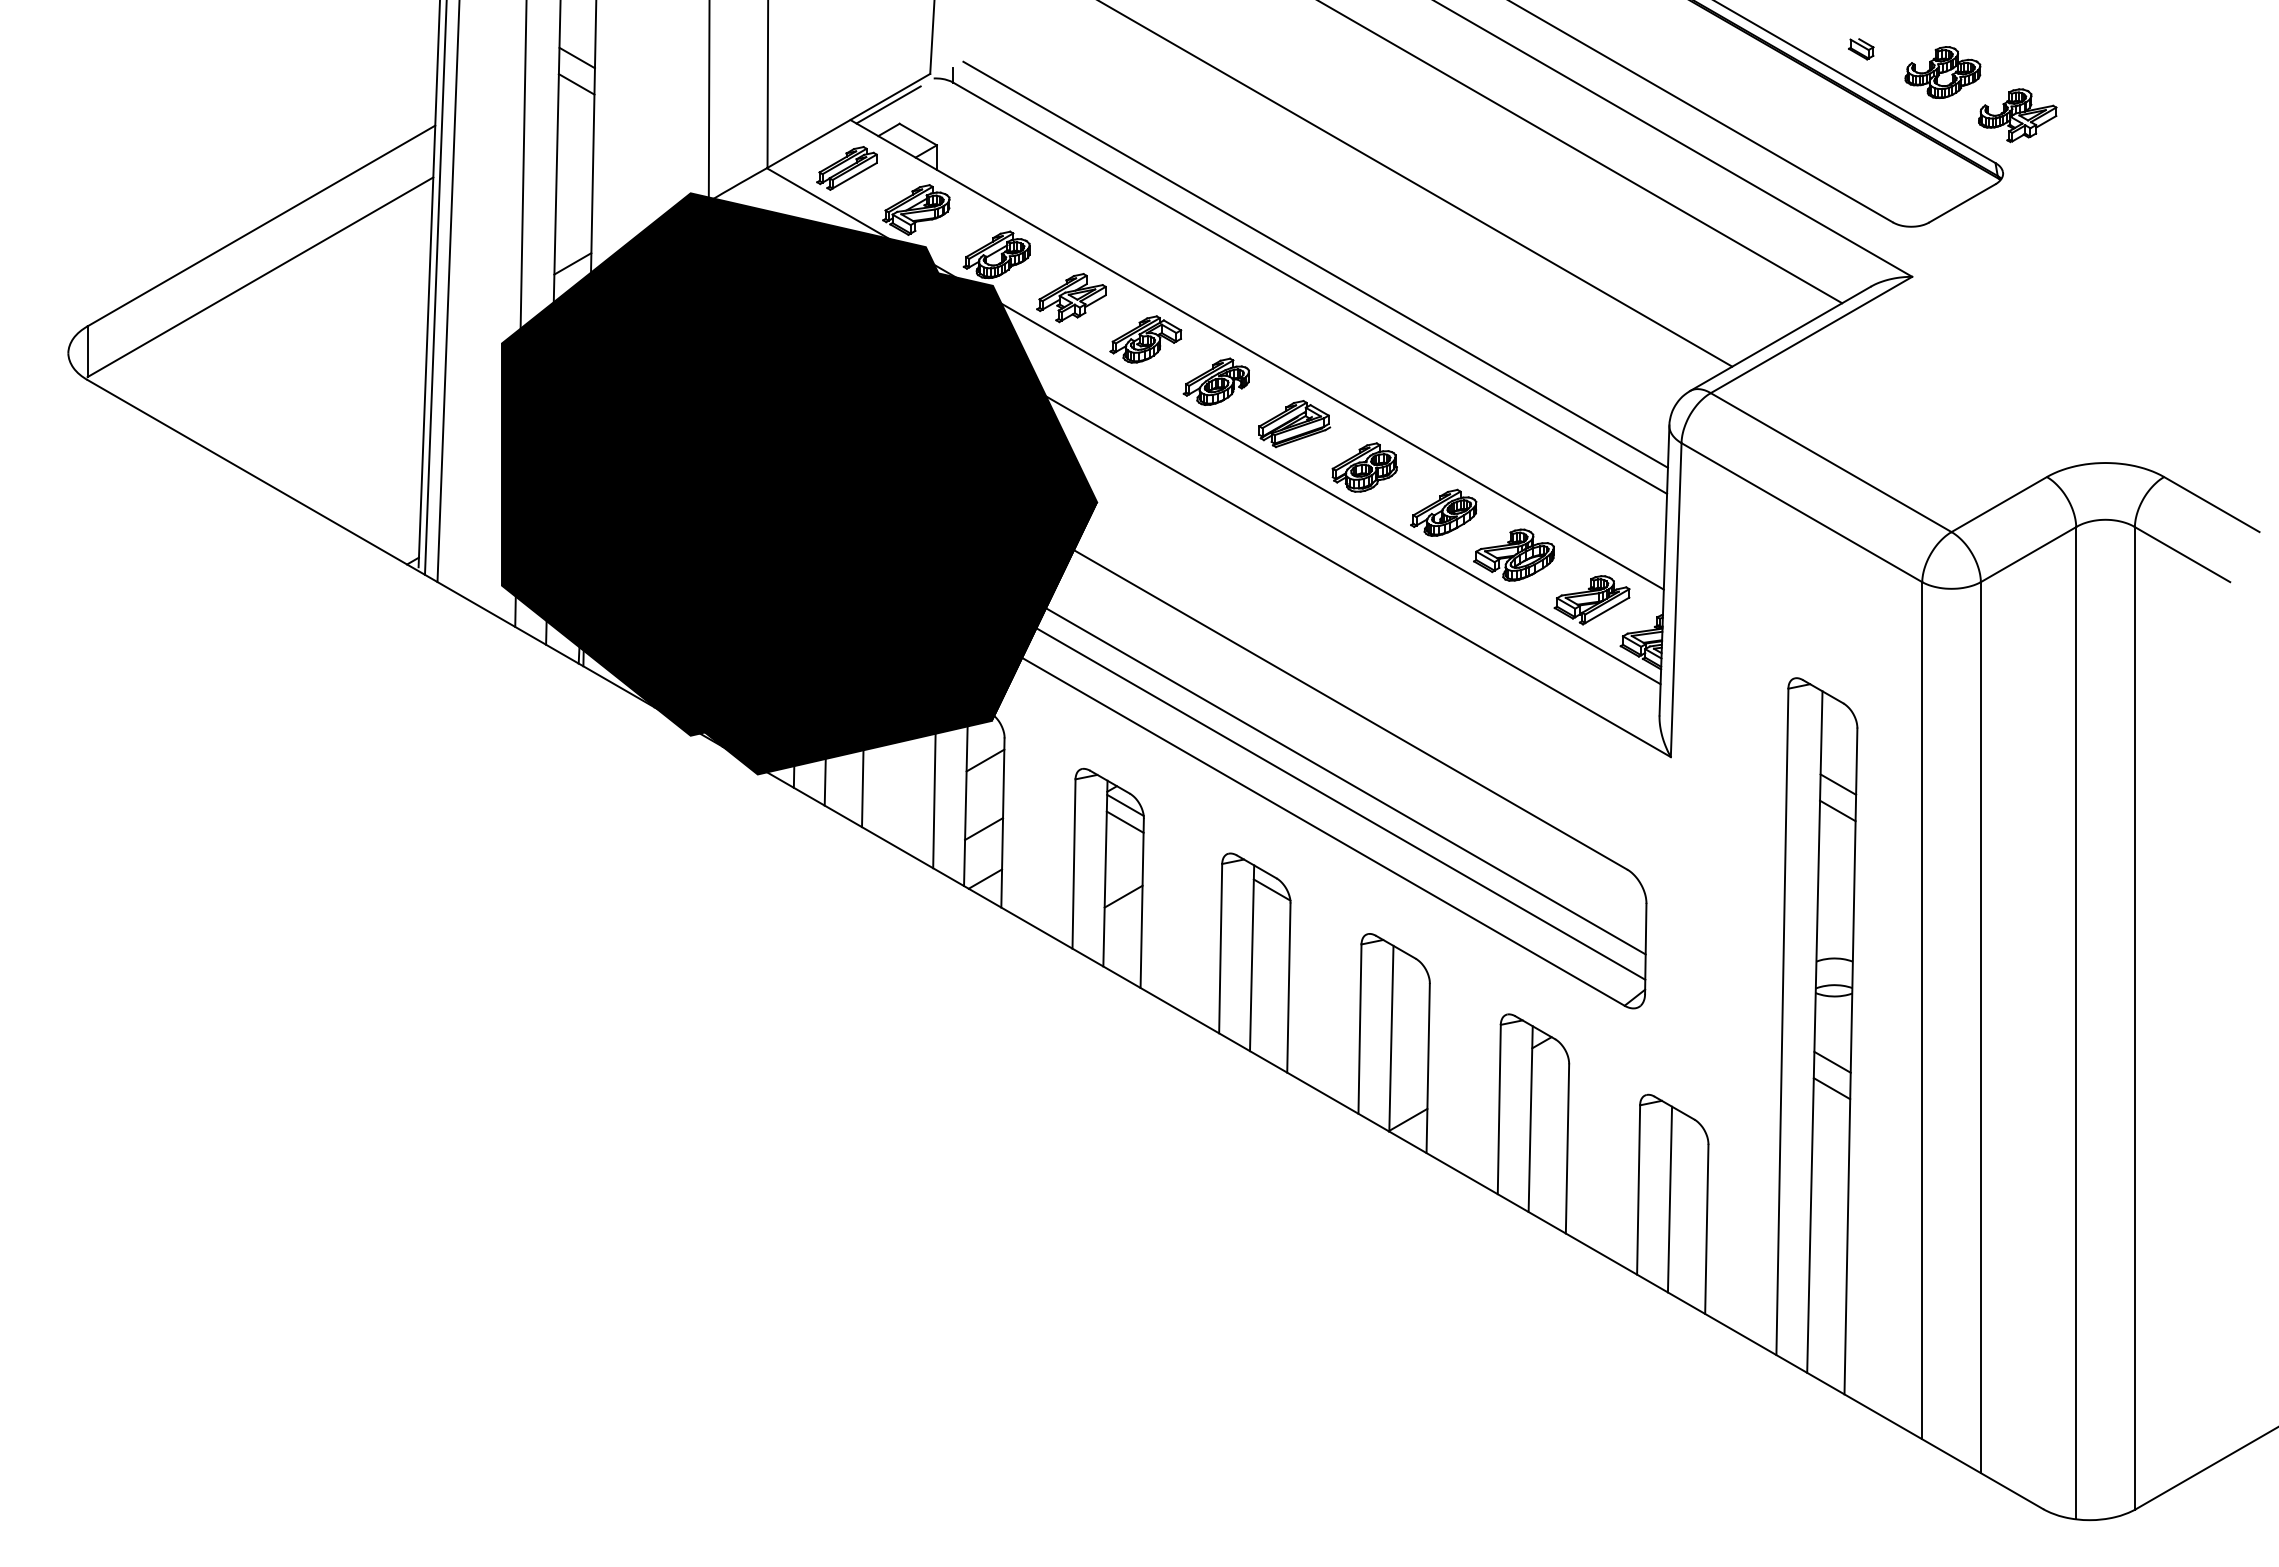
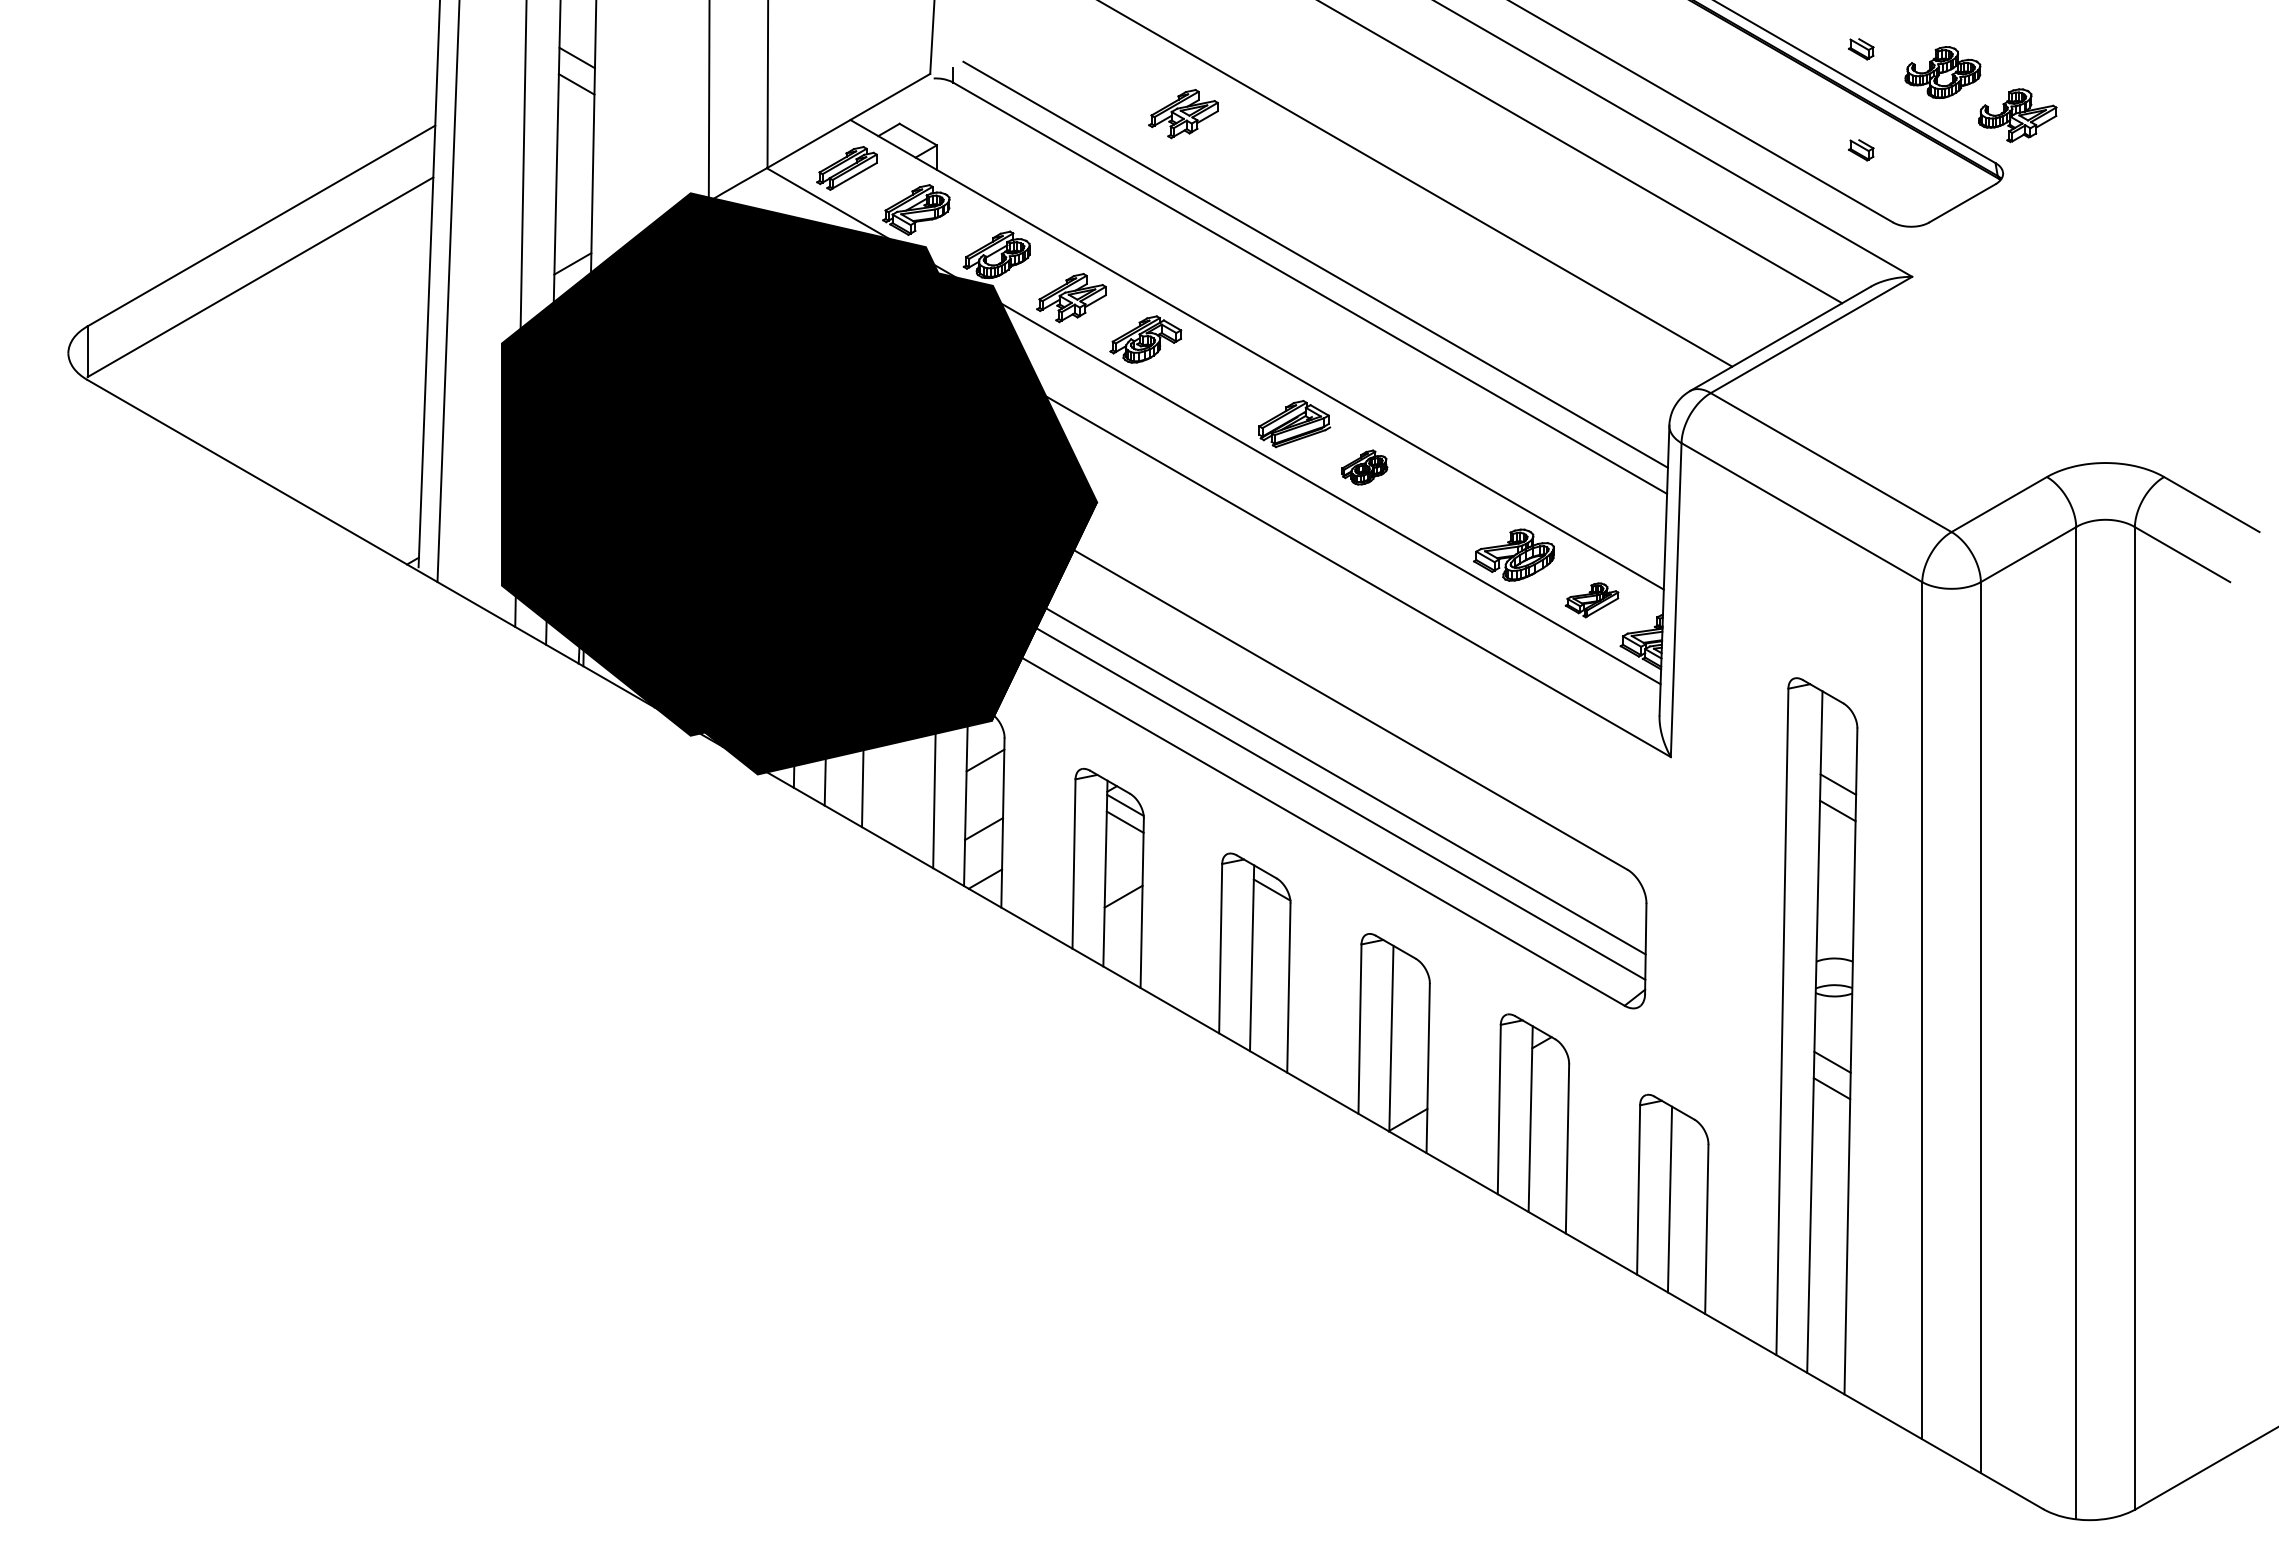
line at (888, 104): present -> none
part at (1183, 114): none -> present
part at (1861, 150): none -> present
line at (435, 288): present -> none
part at (1215, 381): present -> none
part at (1364, 467) size: 67x51 px -> 48x37 px
part at (1443, 512): present -> none
part at (1591, 600) size: 78x51 px -> 56x37 px
